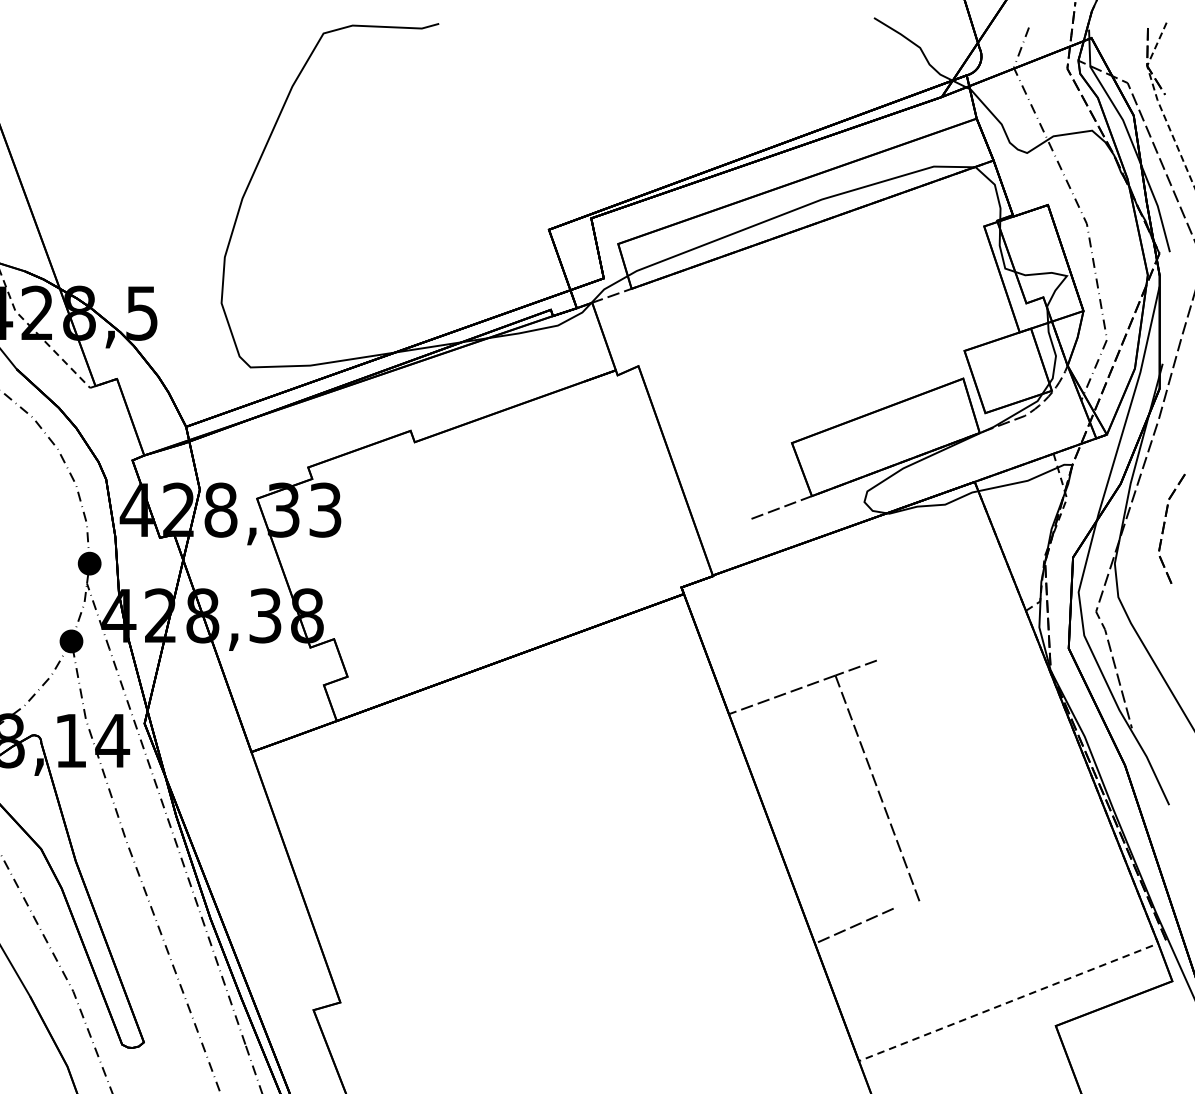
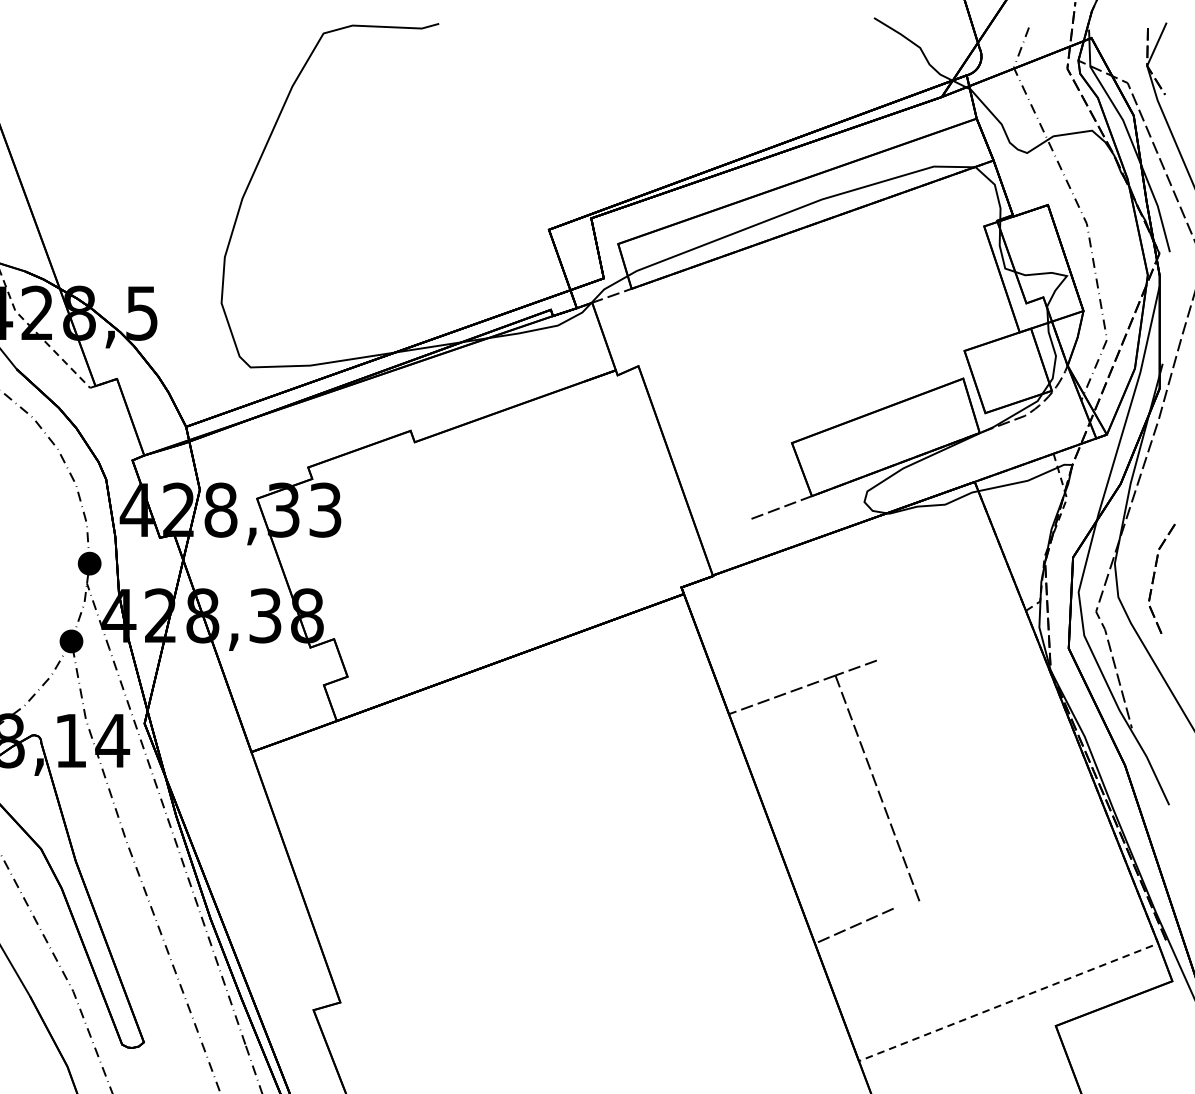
line at (1159, 104): dashed -> solid
part at (1164, 528) position: (1164, 528) -> (1154, 578)
